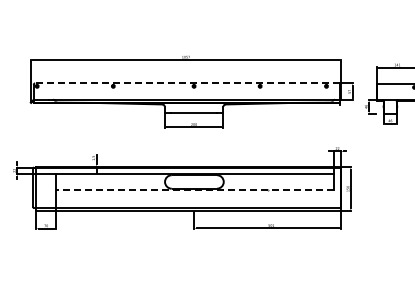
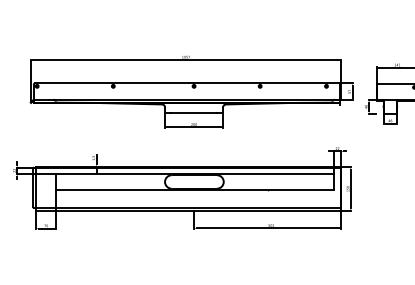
line at (187, 83): dashed -> solid
line at (195, 190): dashed -> solid
